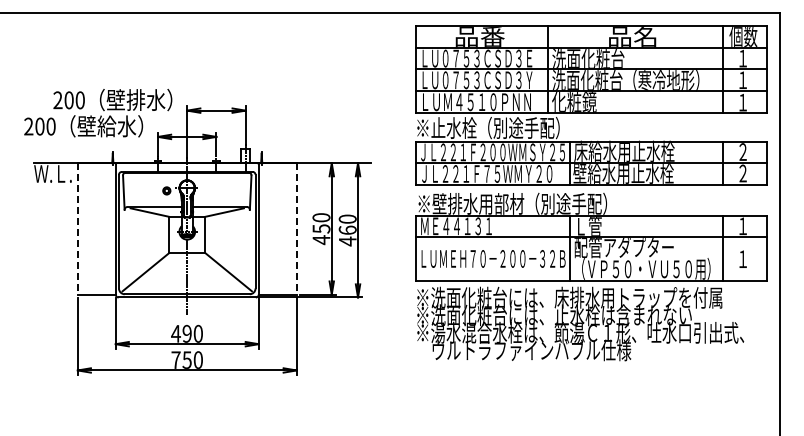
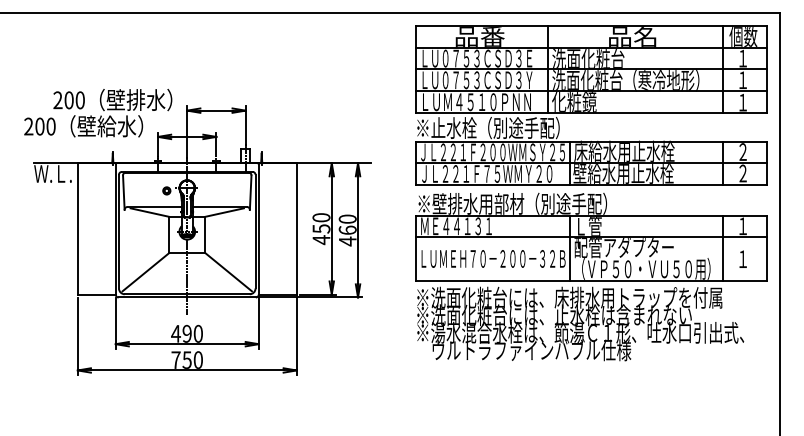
line at (77, 228): dashed -> solid
line at (296, 228): dashed -> solid
